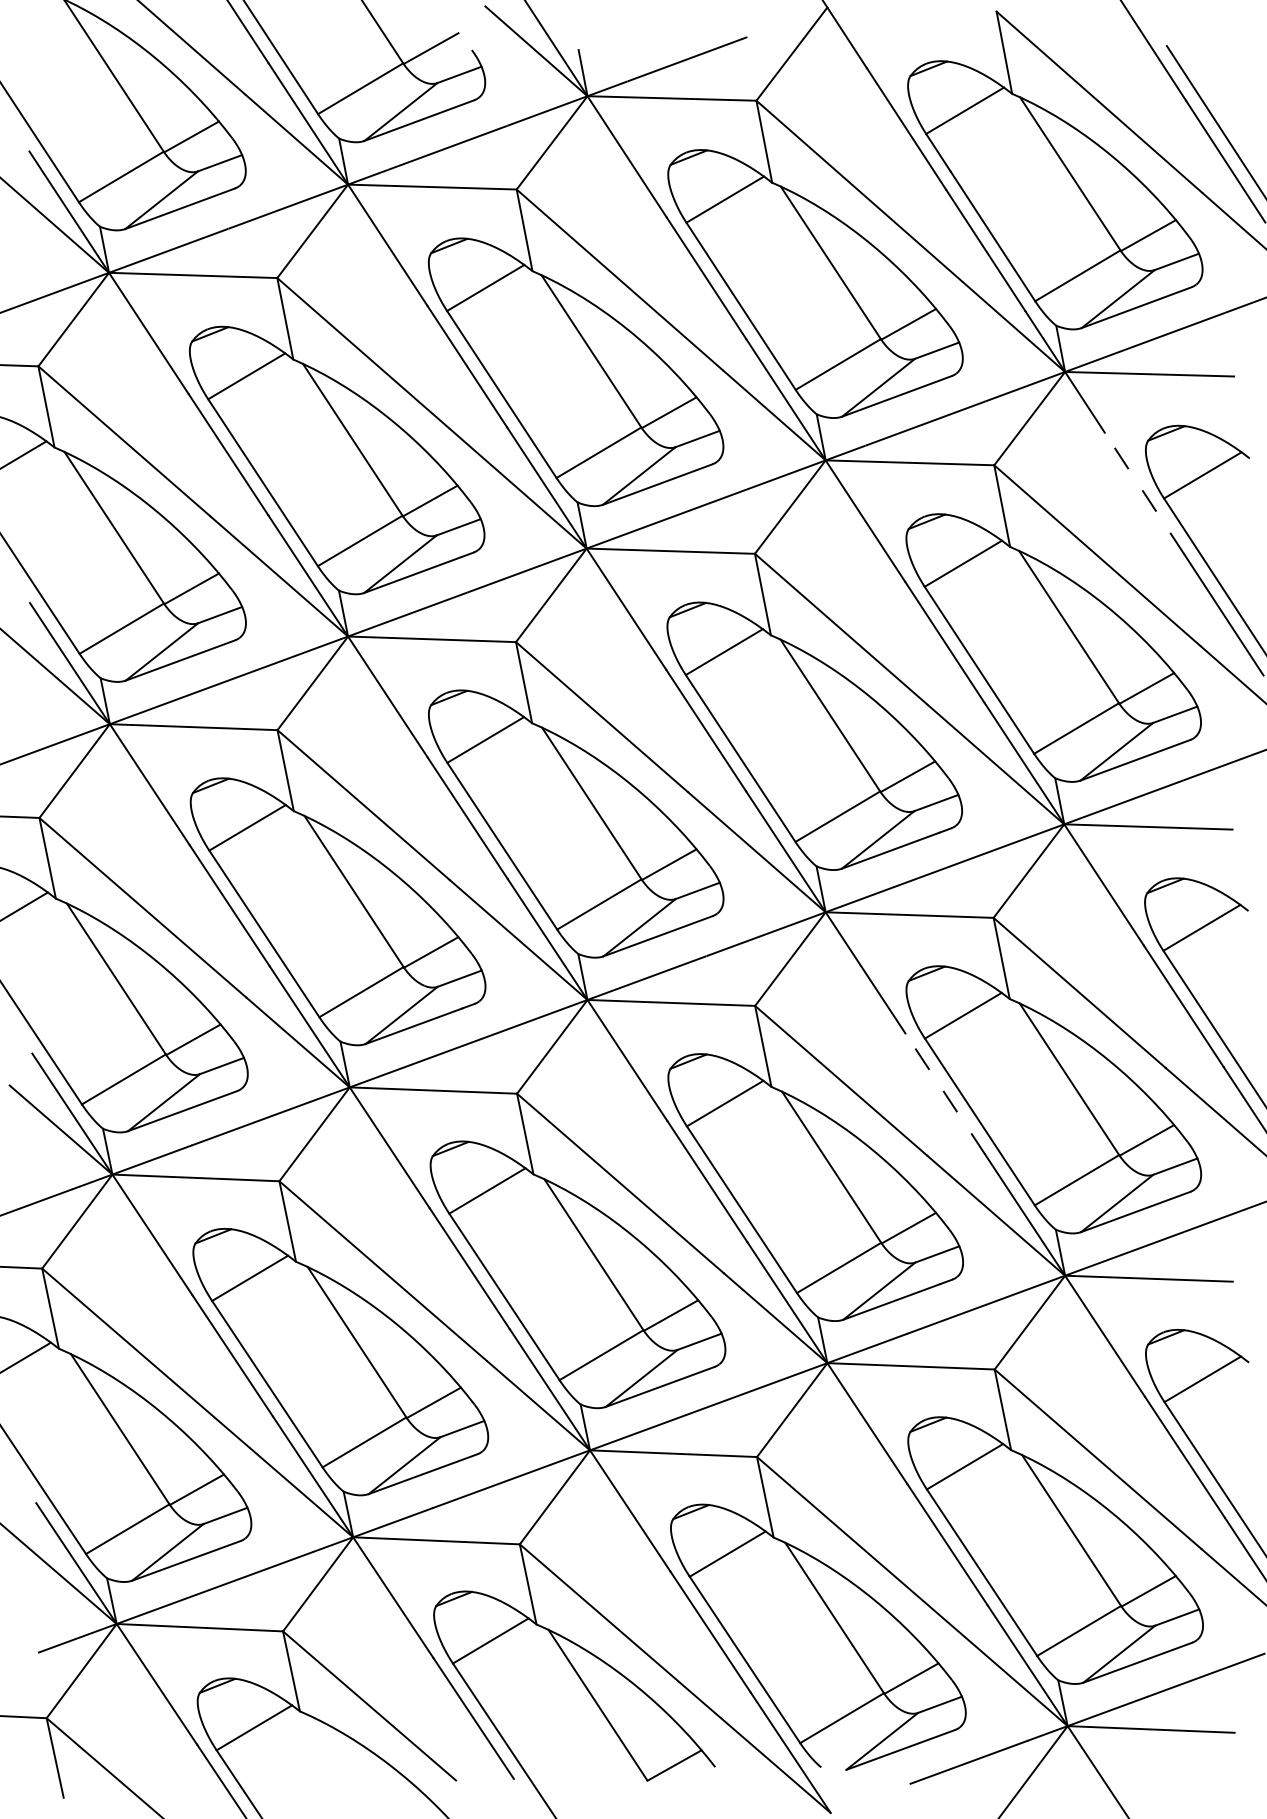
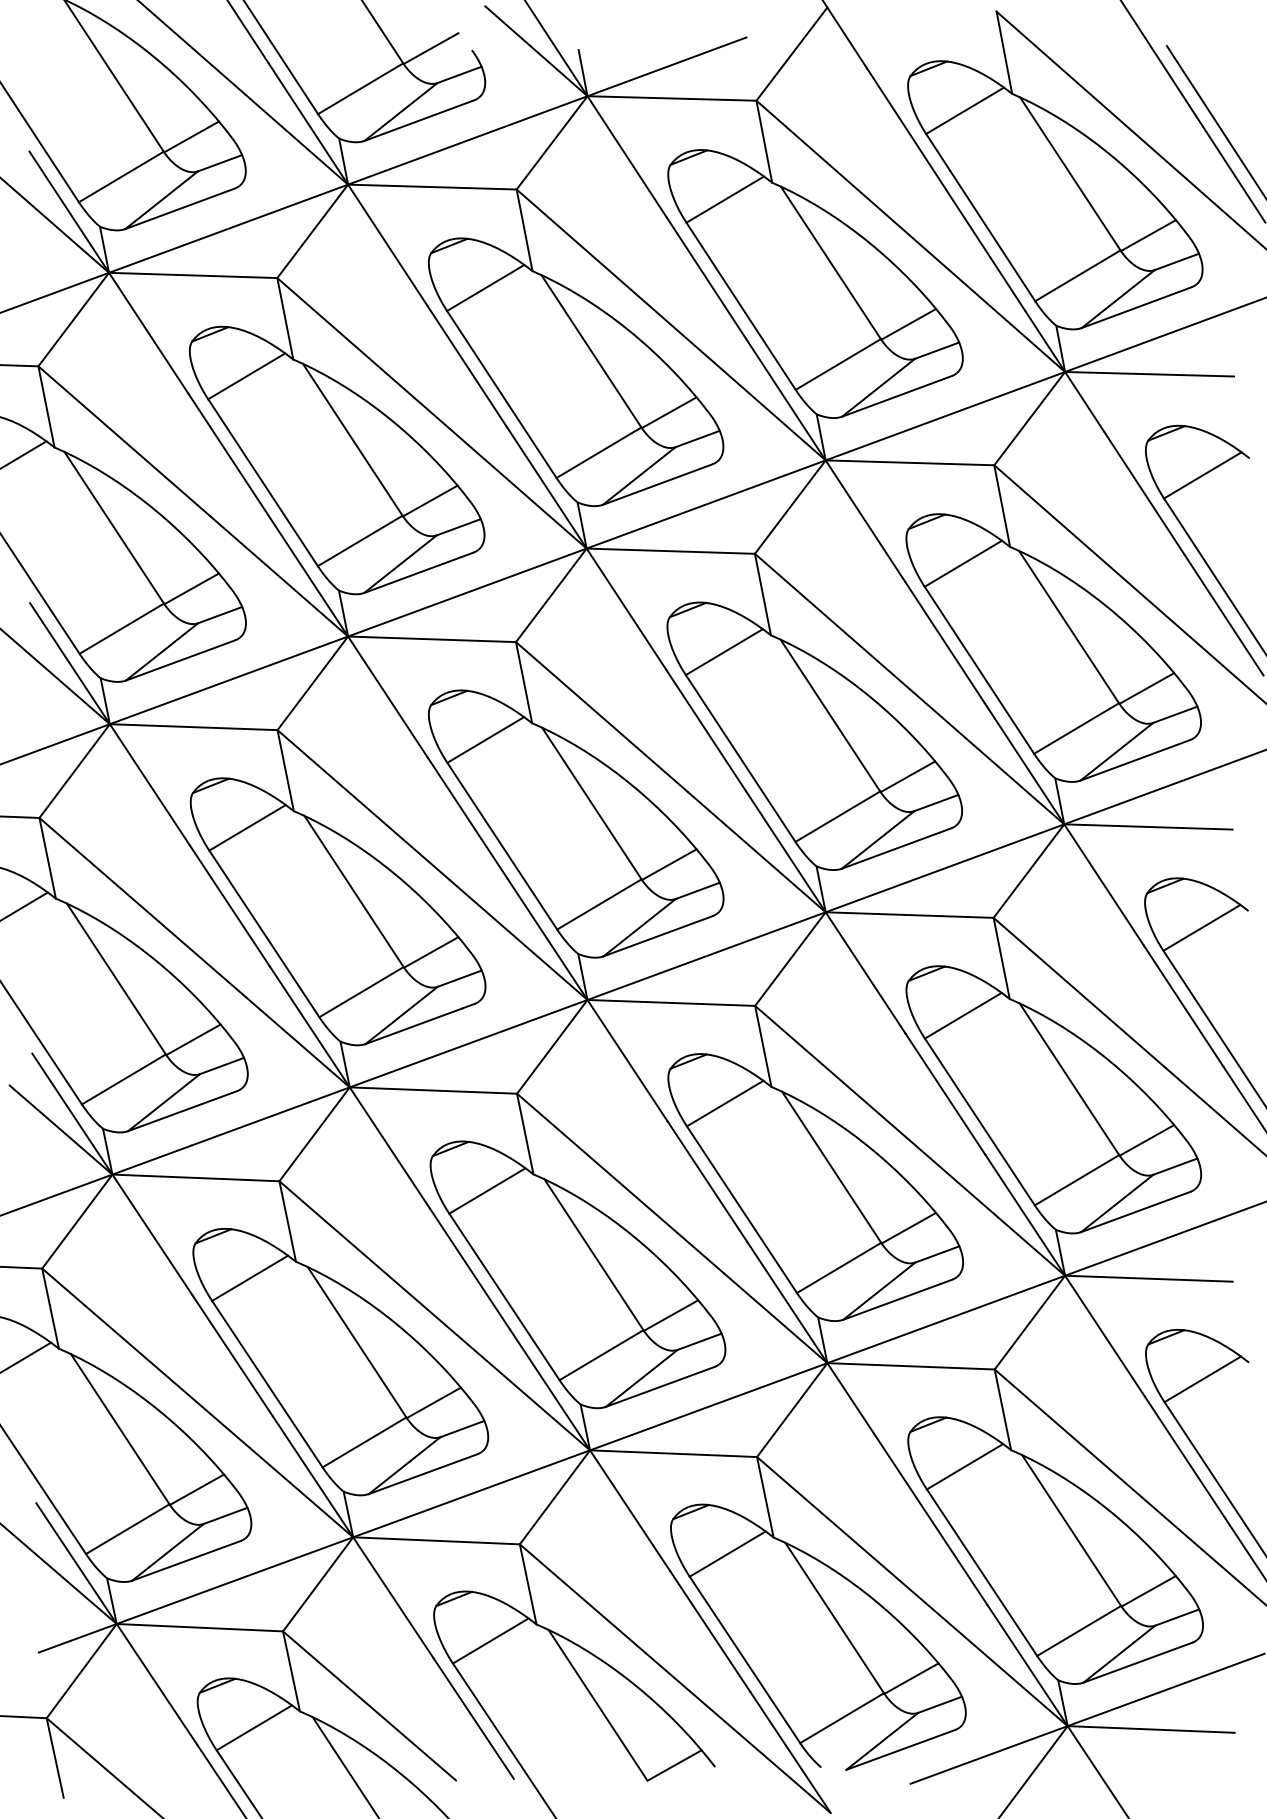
line at (1144, 493): dashed -> solid
line at (945, 1094): dashed -> solid
line at (344, 1766): none -> present
